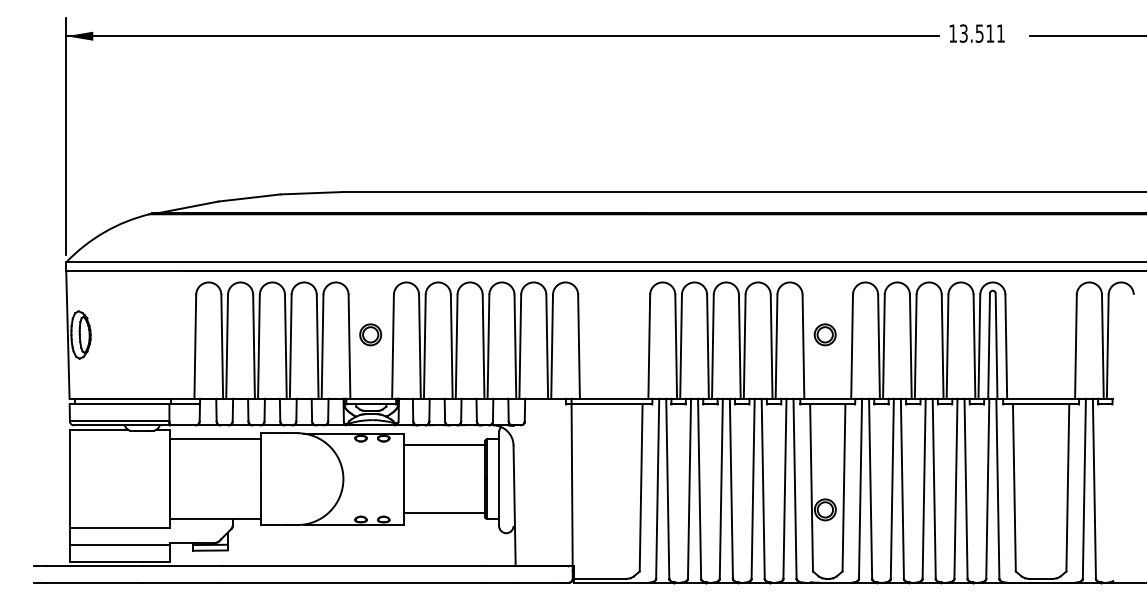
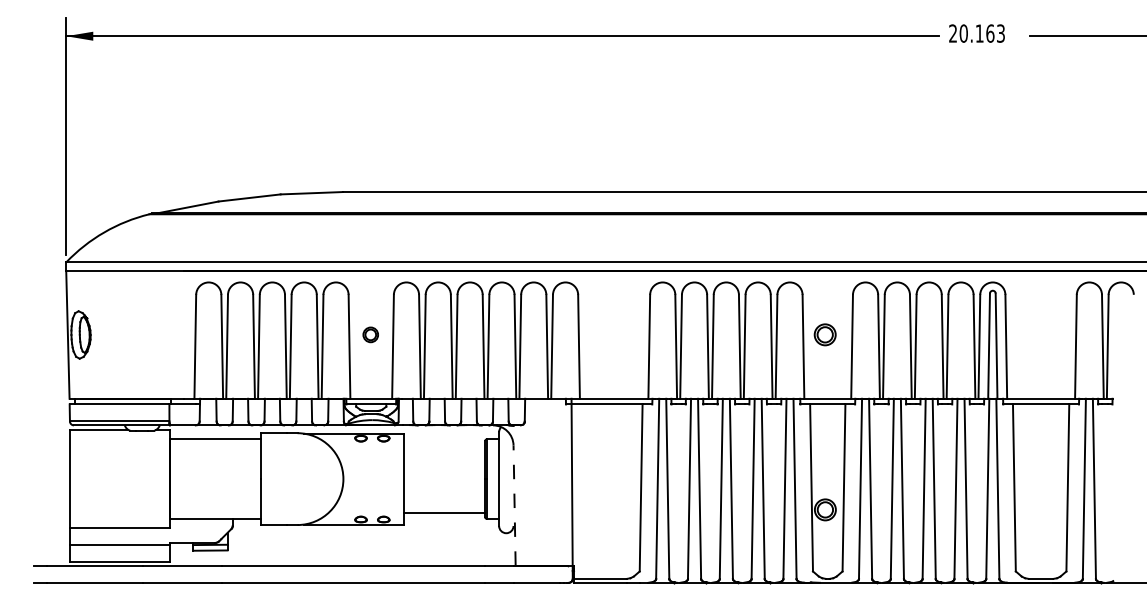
text at (976, 33): 13.511 -> 20.163
part at (370, 334) size: 24x24 px -> 17x18 px
line at (444, 445): present -> none
line at (514, 505): solid -> dashed
